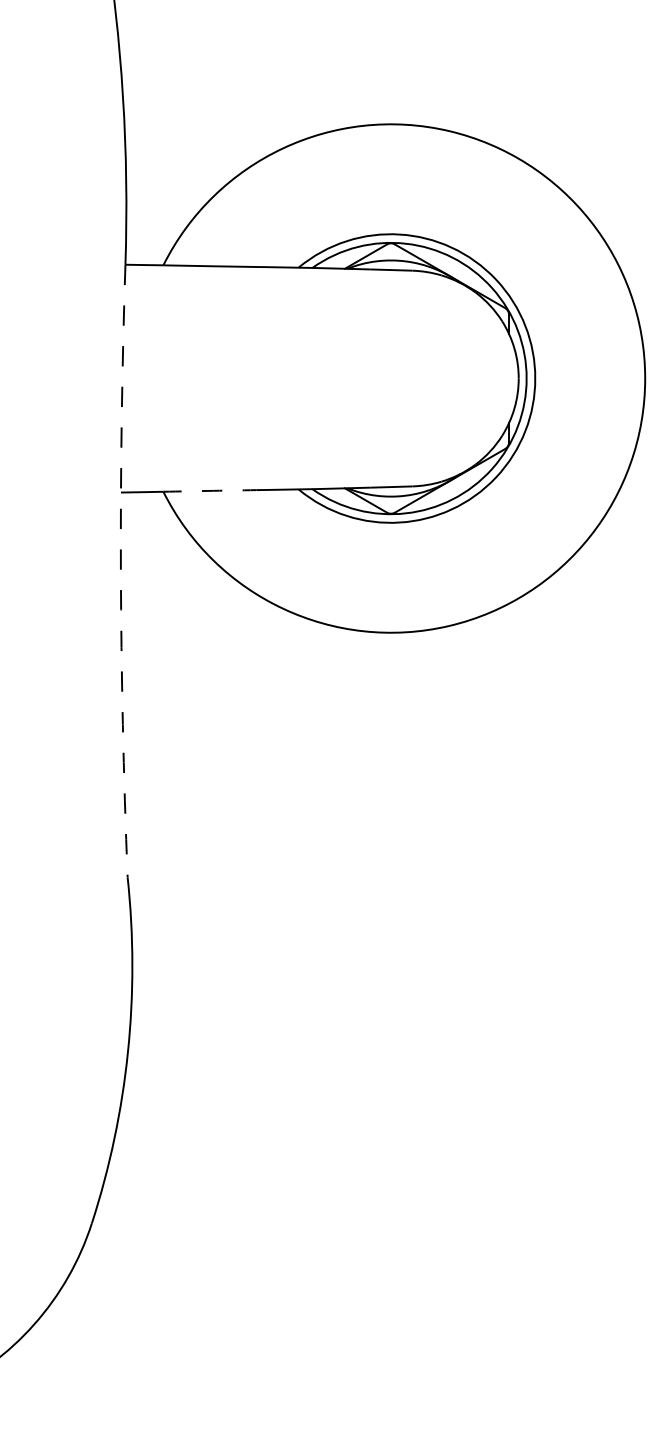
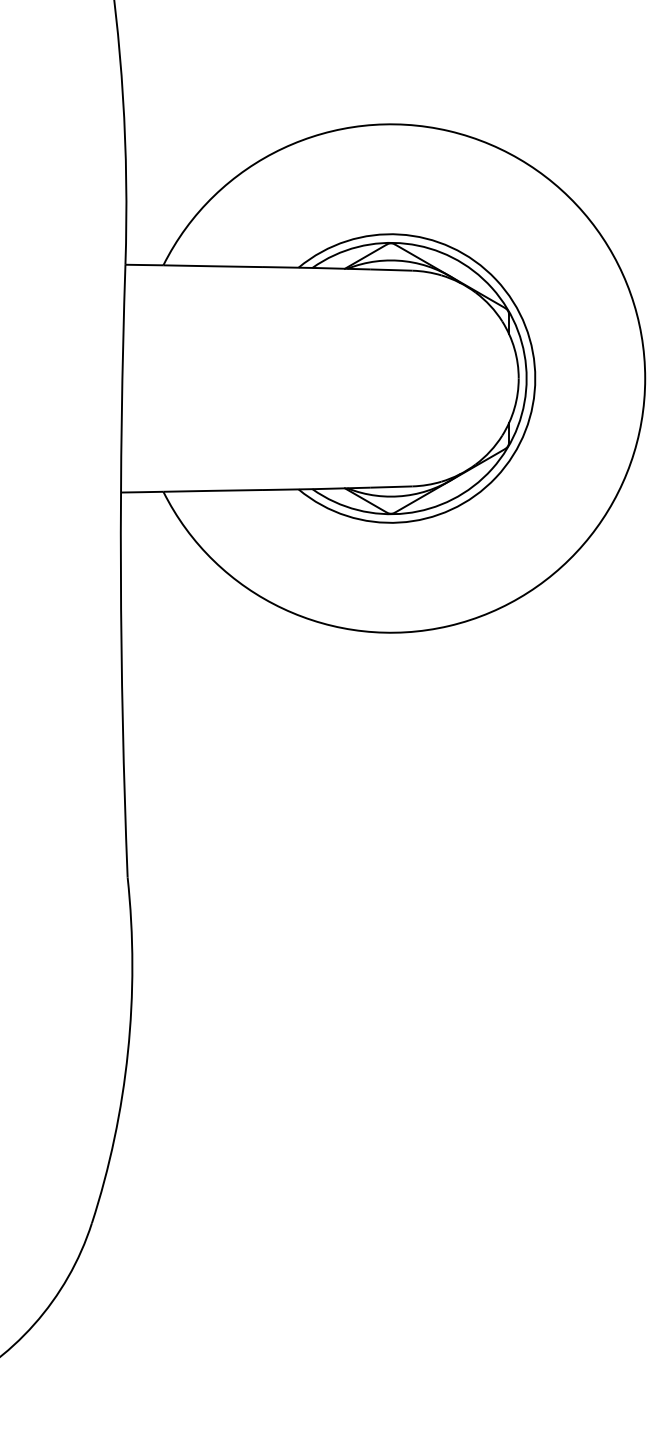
arc at (213, 490): dashed -> solid
arc at (120, 571): dashed -> solid
